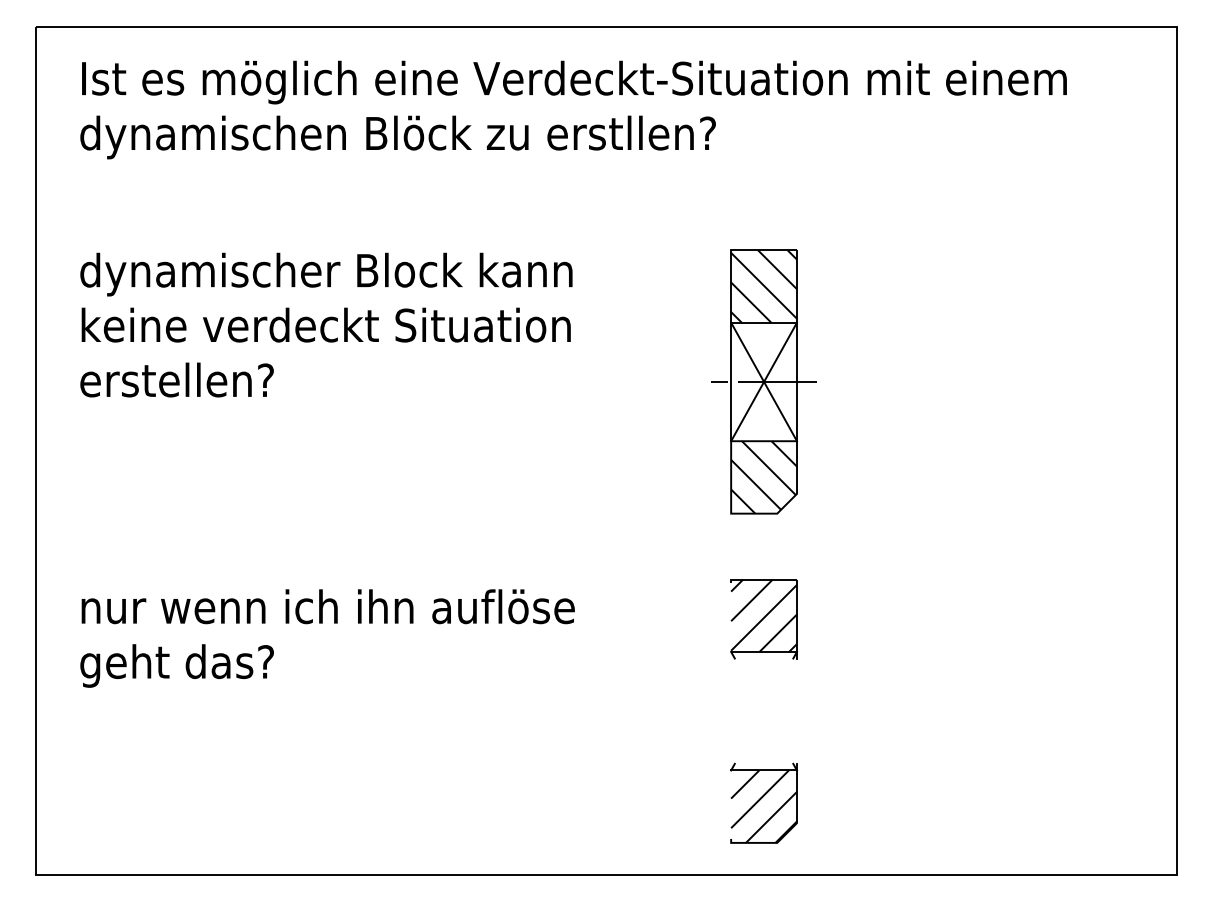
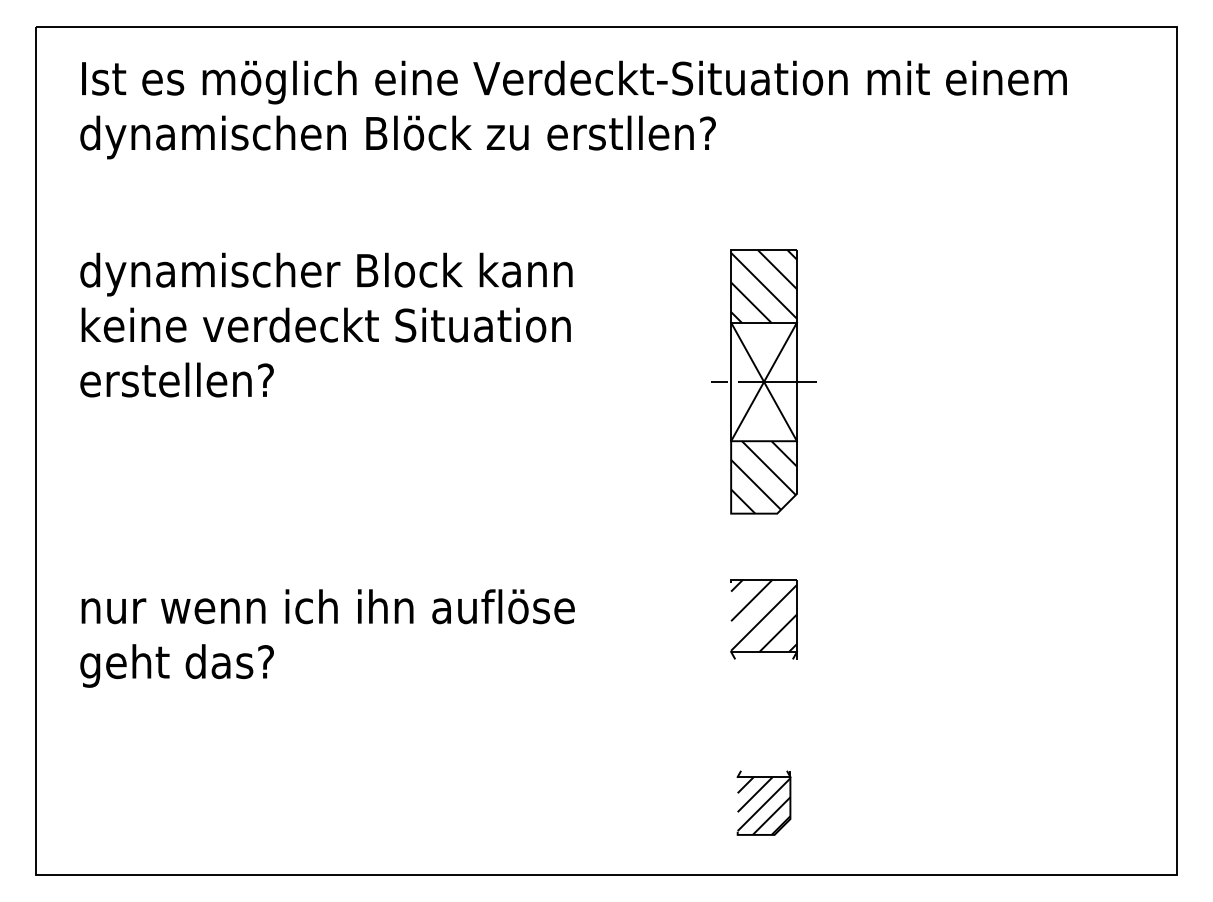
part at (763, 802) size: 68x82 px -> 56x66 px
